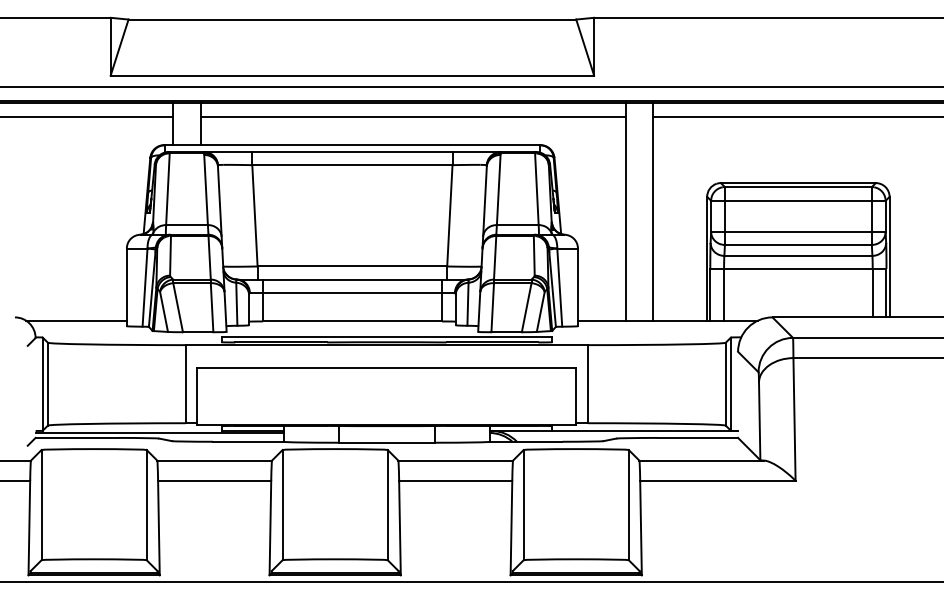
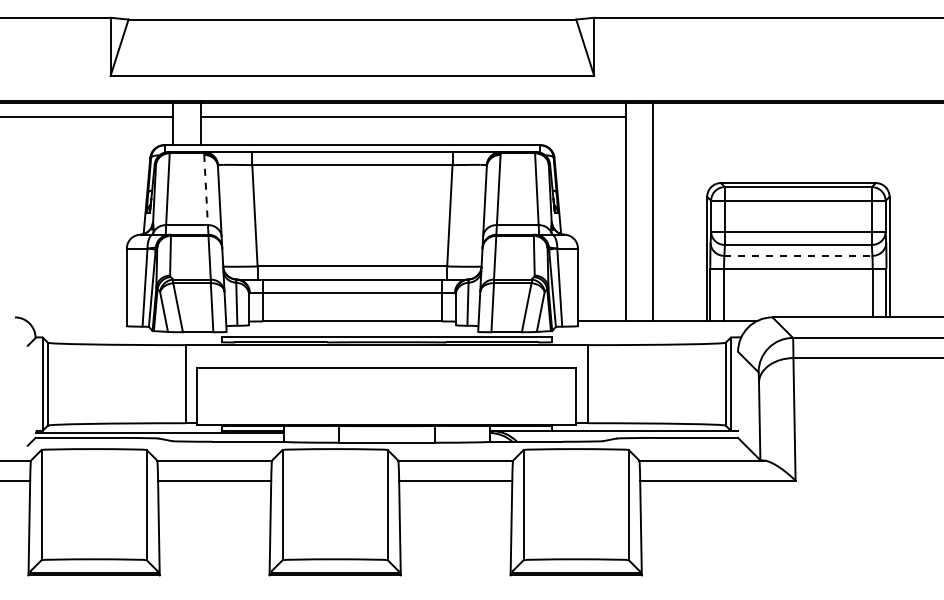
line at (471, 86): present -> none
line at (796, 117): present -> none
line at (206, 190): solid -> dashed
line at (798, 255): solid -> dashed
line at (76, 320): present -> none
line at (471, 582): present -> none
